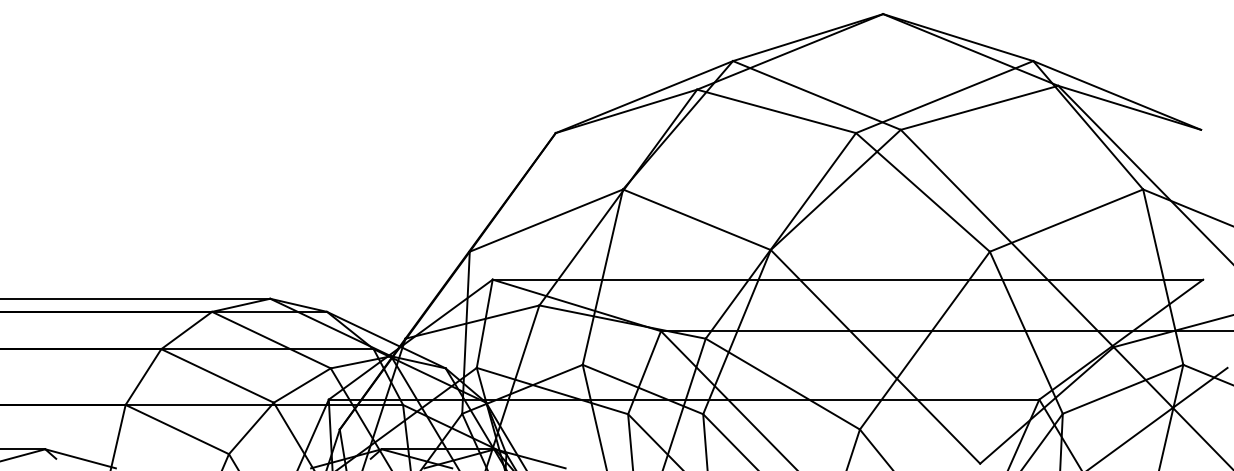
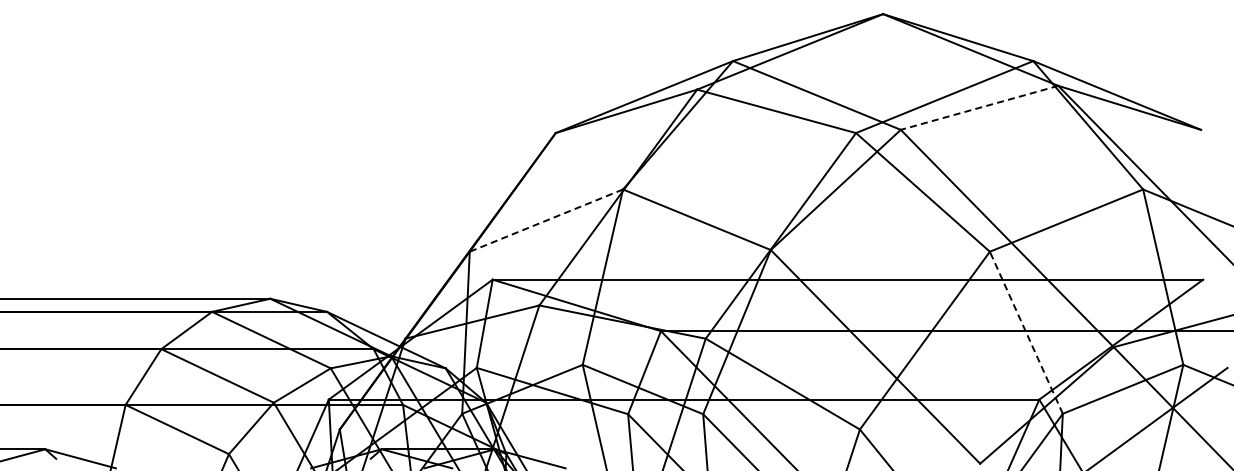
line at (979, 107): solid -> dashed
line at (546, 220): solid -> dashed
line at (1026, 332): solid -> dashed
